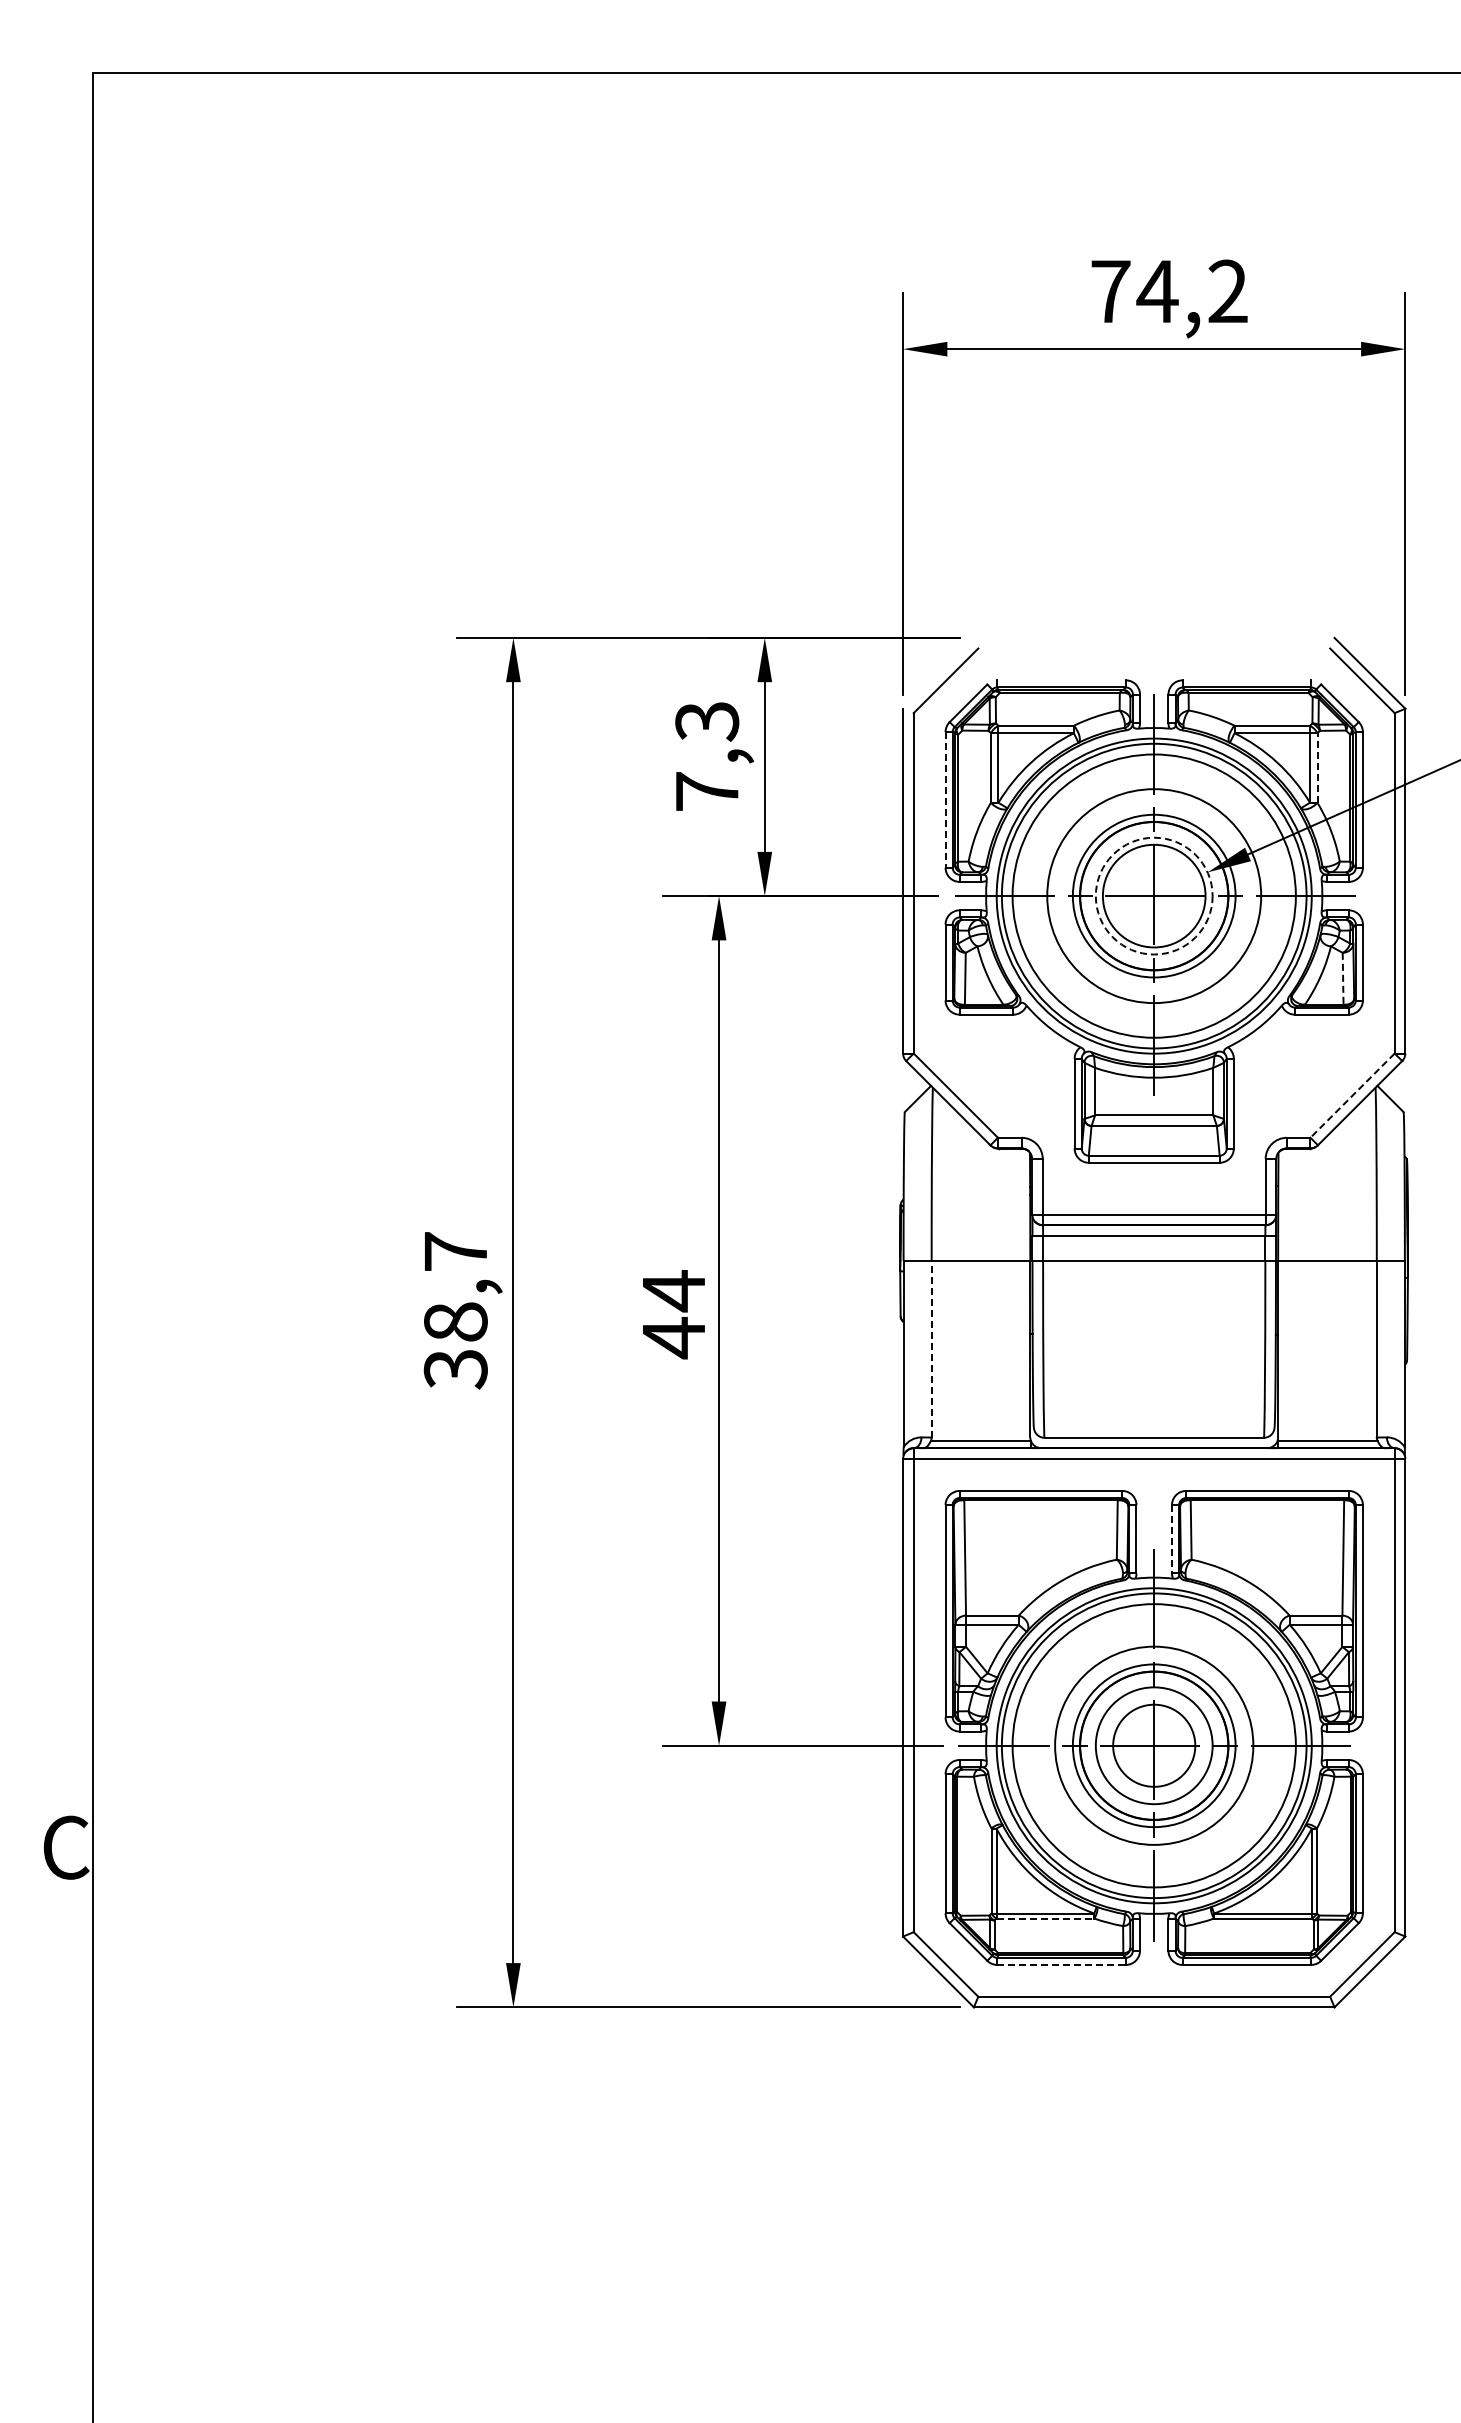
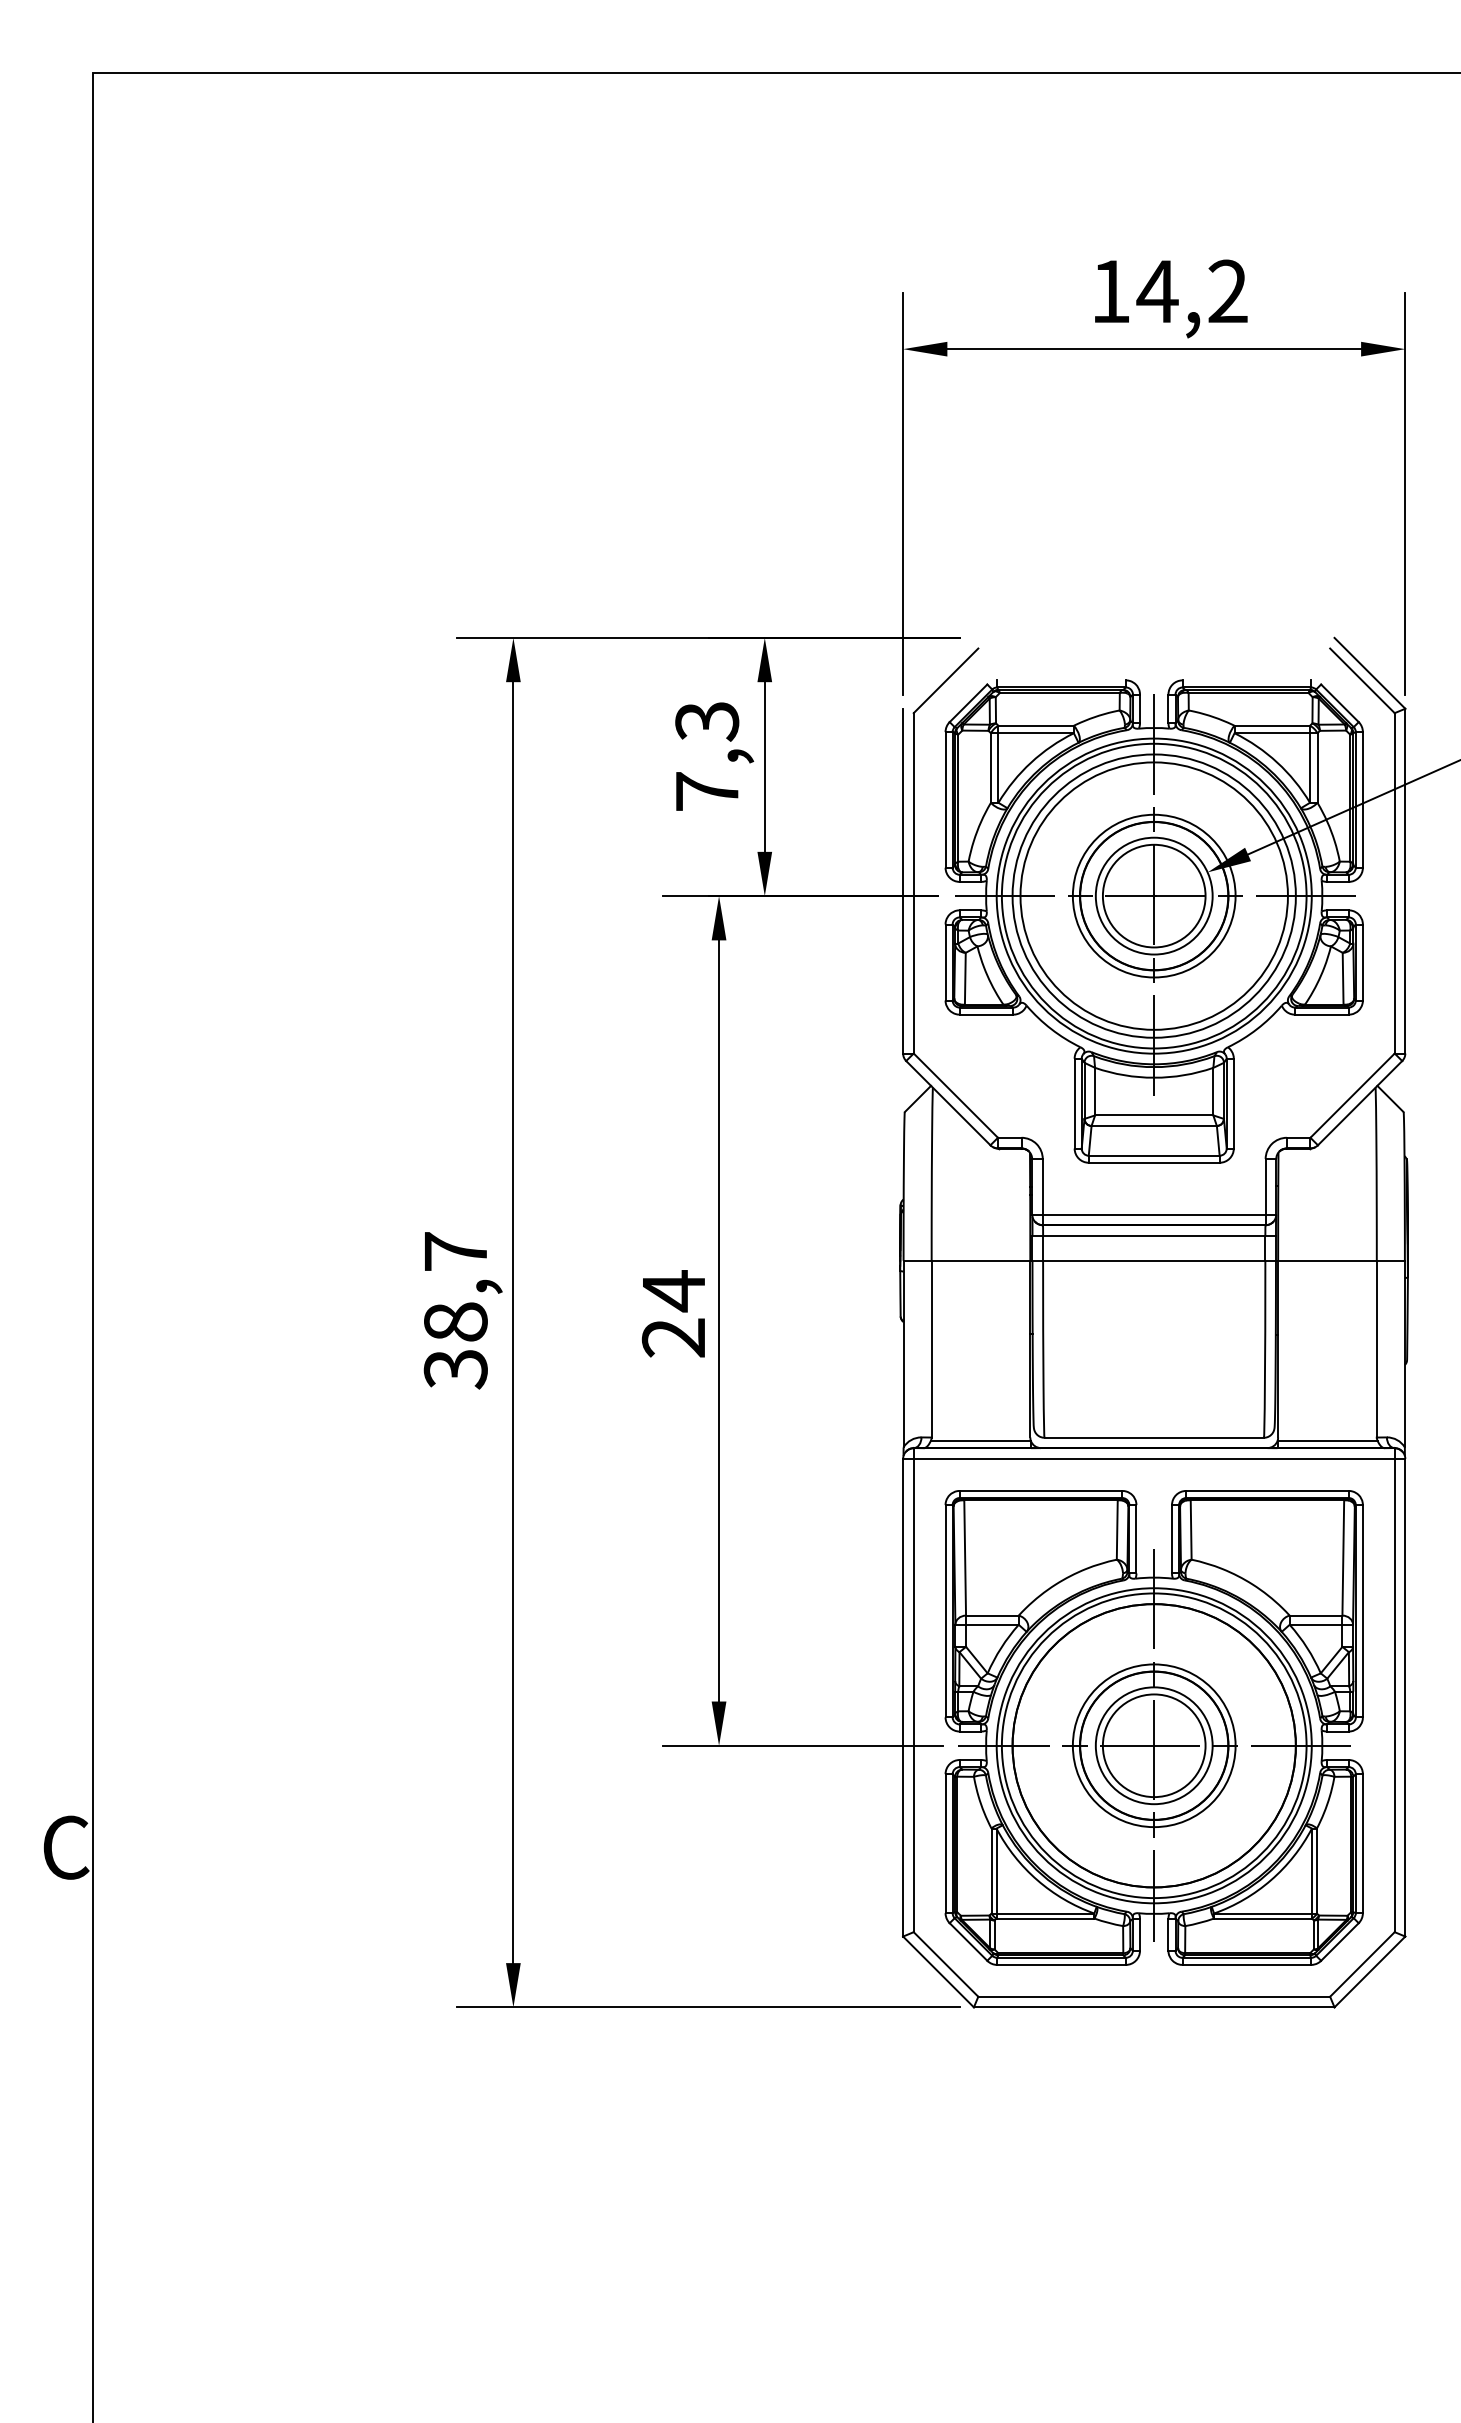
text at (1110, 291): 74,2 -> 14,2
line at (1317, 768): dashed -> solid
line at (945, 799): dashed -> solid
circle at (1153, 895): dashed -> solid
circle at (1154, 896) diameter: 214 px -> 267 px
line at (1343, 978): dashed -> solid
line at (1352, 1095): dashed -> solid
text at (672, 1338): 44 -> 24
line at (931, 1348): dashed -> solid
line at (1172, 1539): dashed -> solid
circle at (1154, 1745) diameter: 198 px -> 283 px
circle at (1154, 1745) diameter: 82 px -> 103 px
line at (1045, 1918): dashed -> solid
line at (1062, 1964): dashed -> solid
